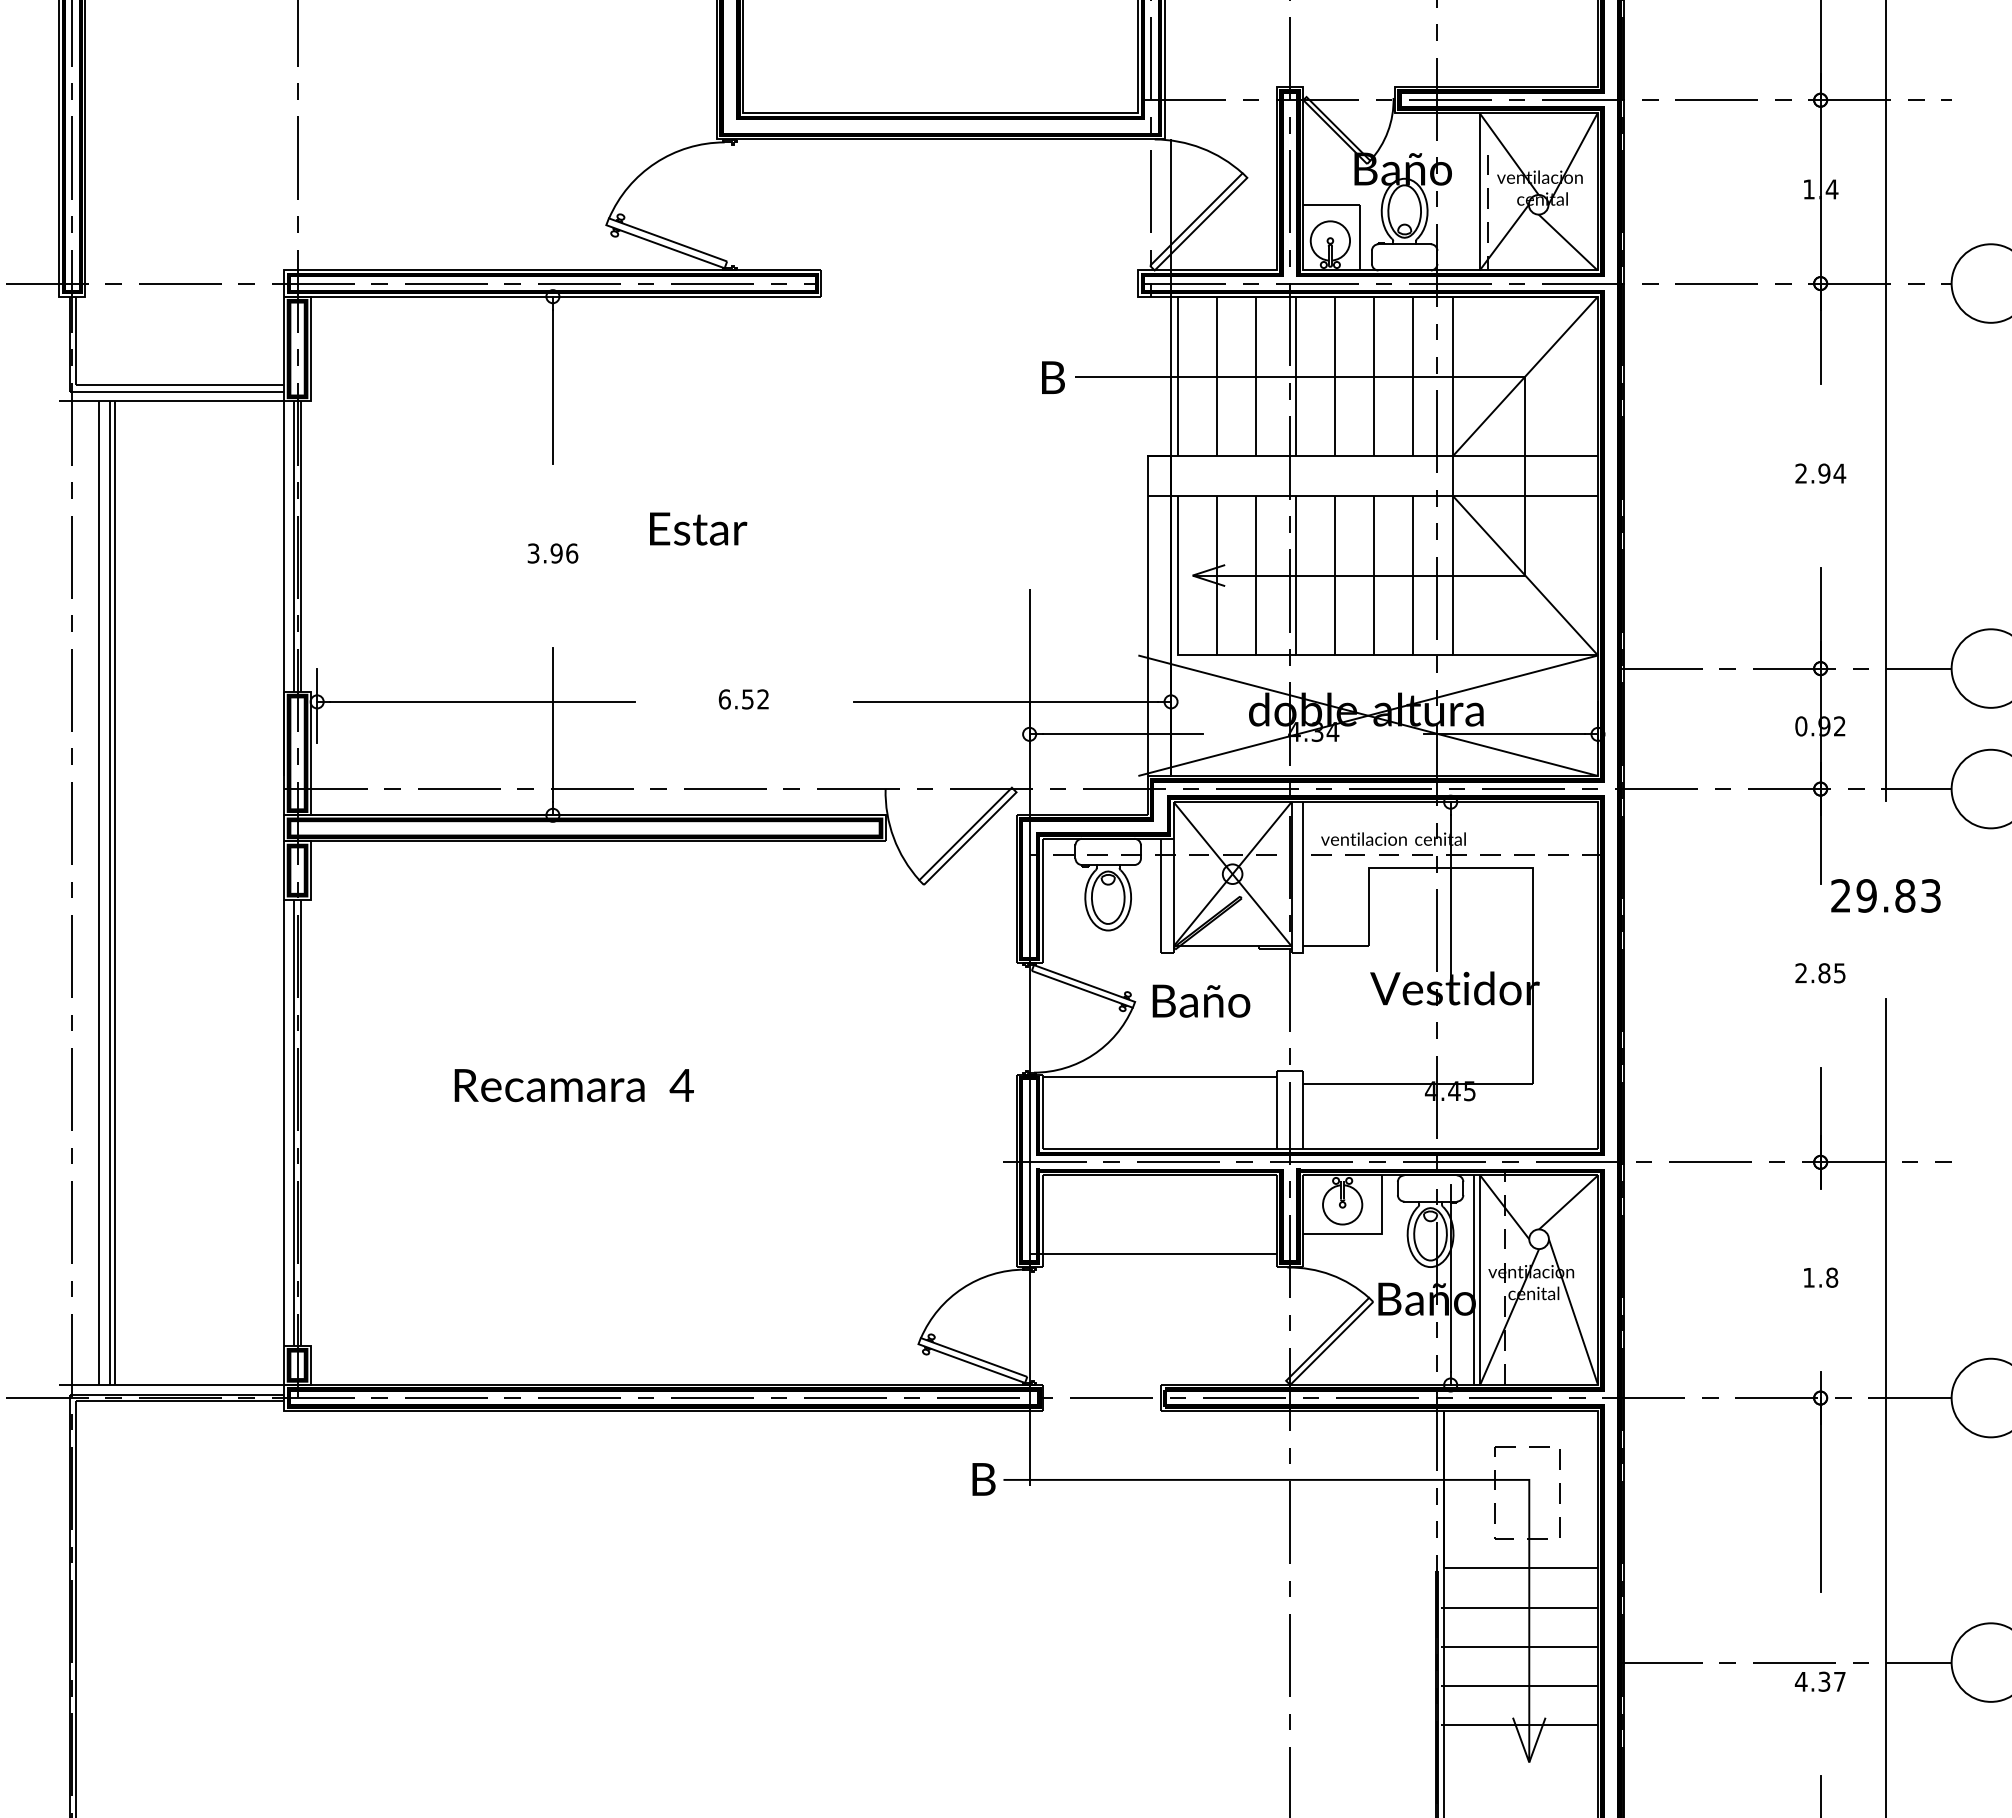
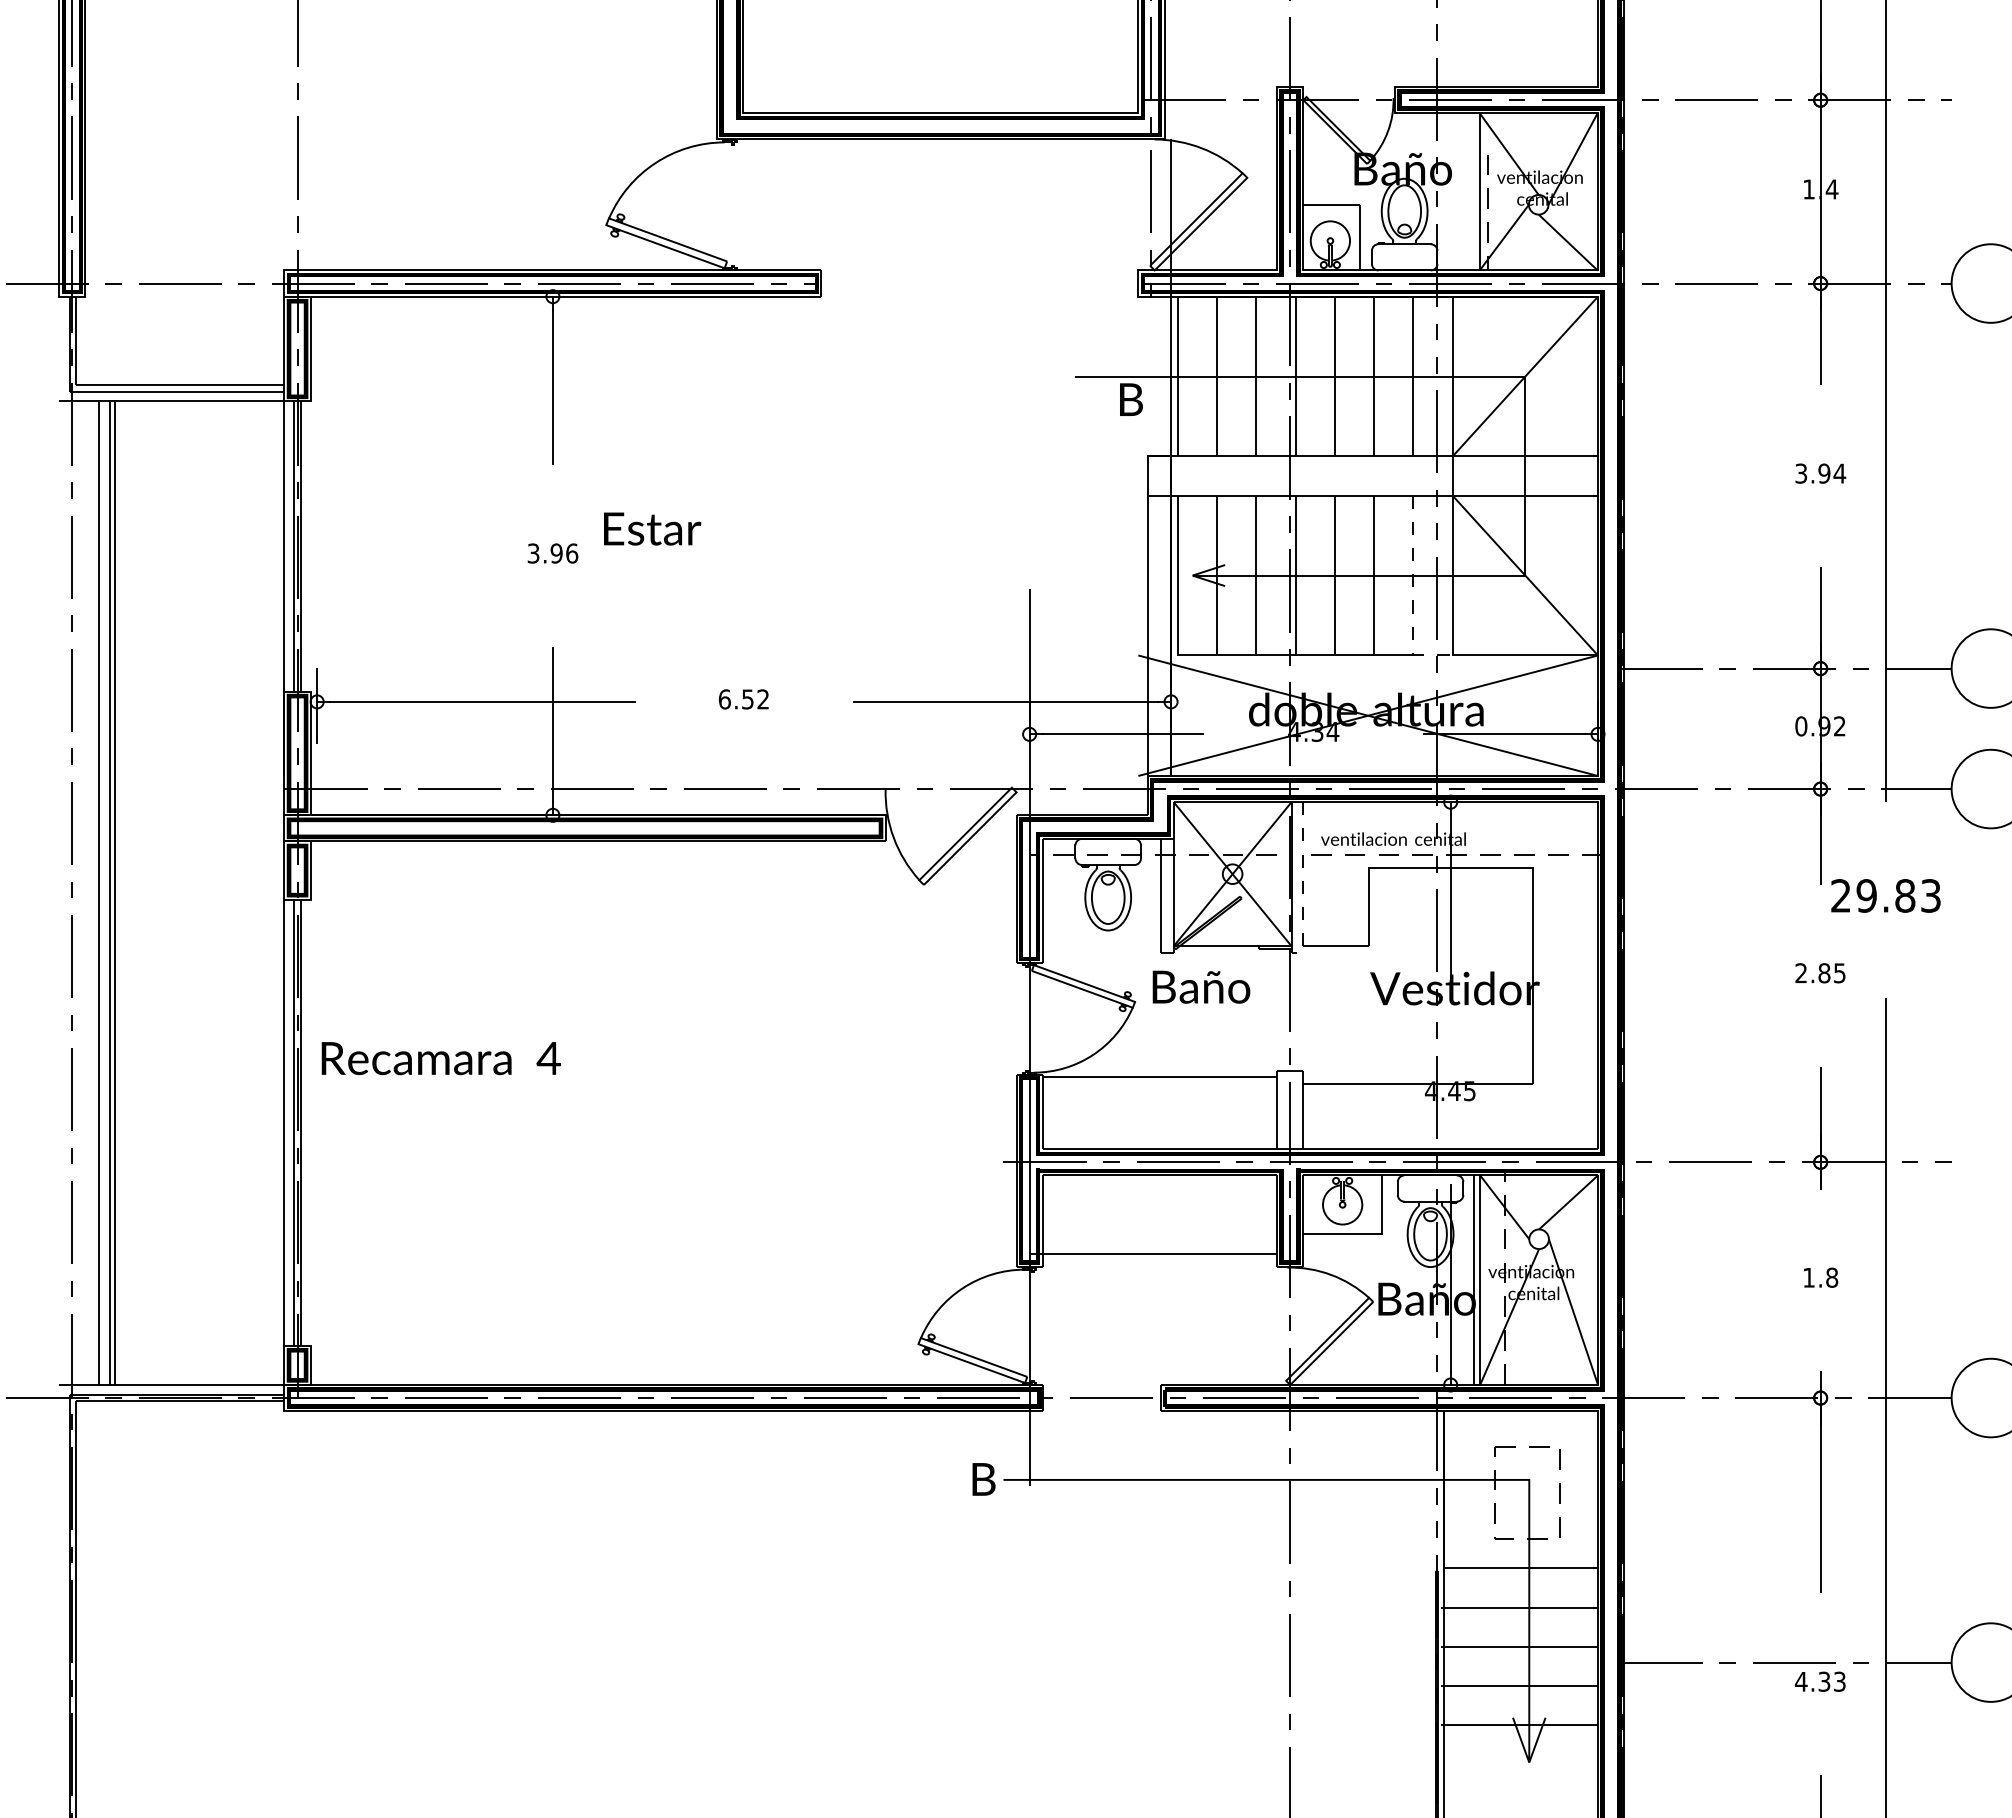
text at (1053, 377) position: (1053, 377) -> (1131, 399)
text at (1801, 473): 2.94 -> 3.94
text at (698, 528) position: (698, 528) -> (652, 528)
line at (1413, 596): solid -> dashed
line at (1303, 883): solid -> dashed
text at (1201, 1000) position: (1201, 1000) -> (1201, 986)
text at (573, 1085) position: (573, 1085) -> (440, 1058)
text at (1839, 1681): 4.37 -> 4.33
